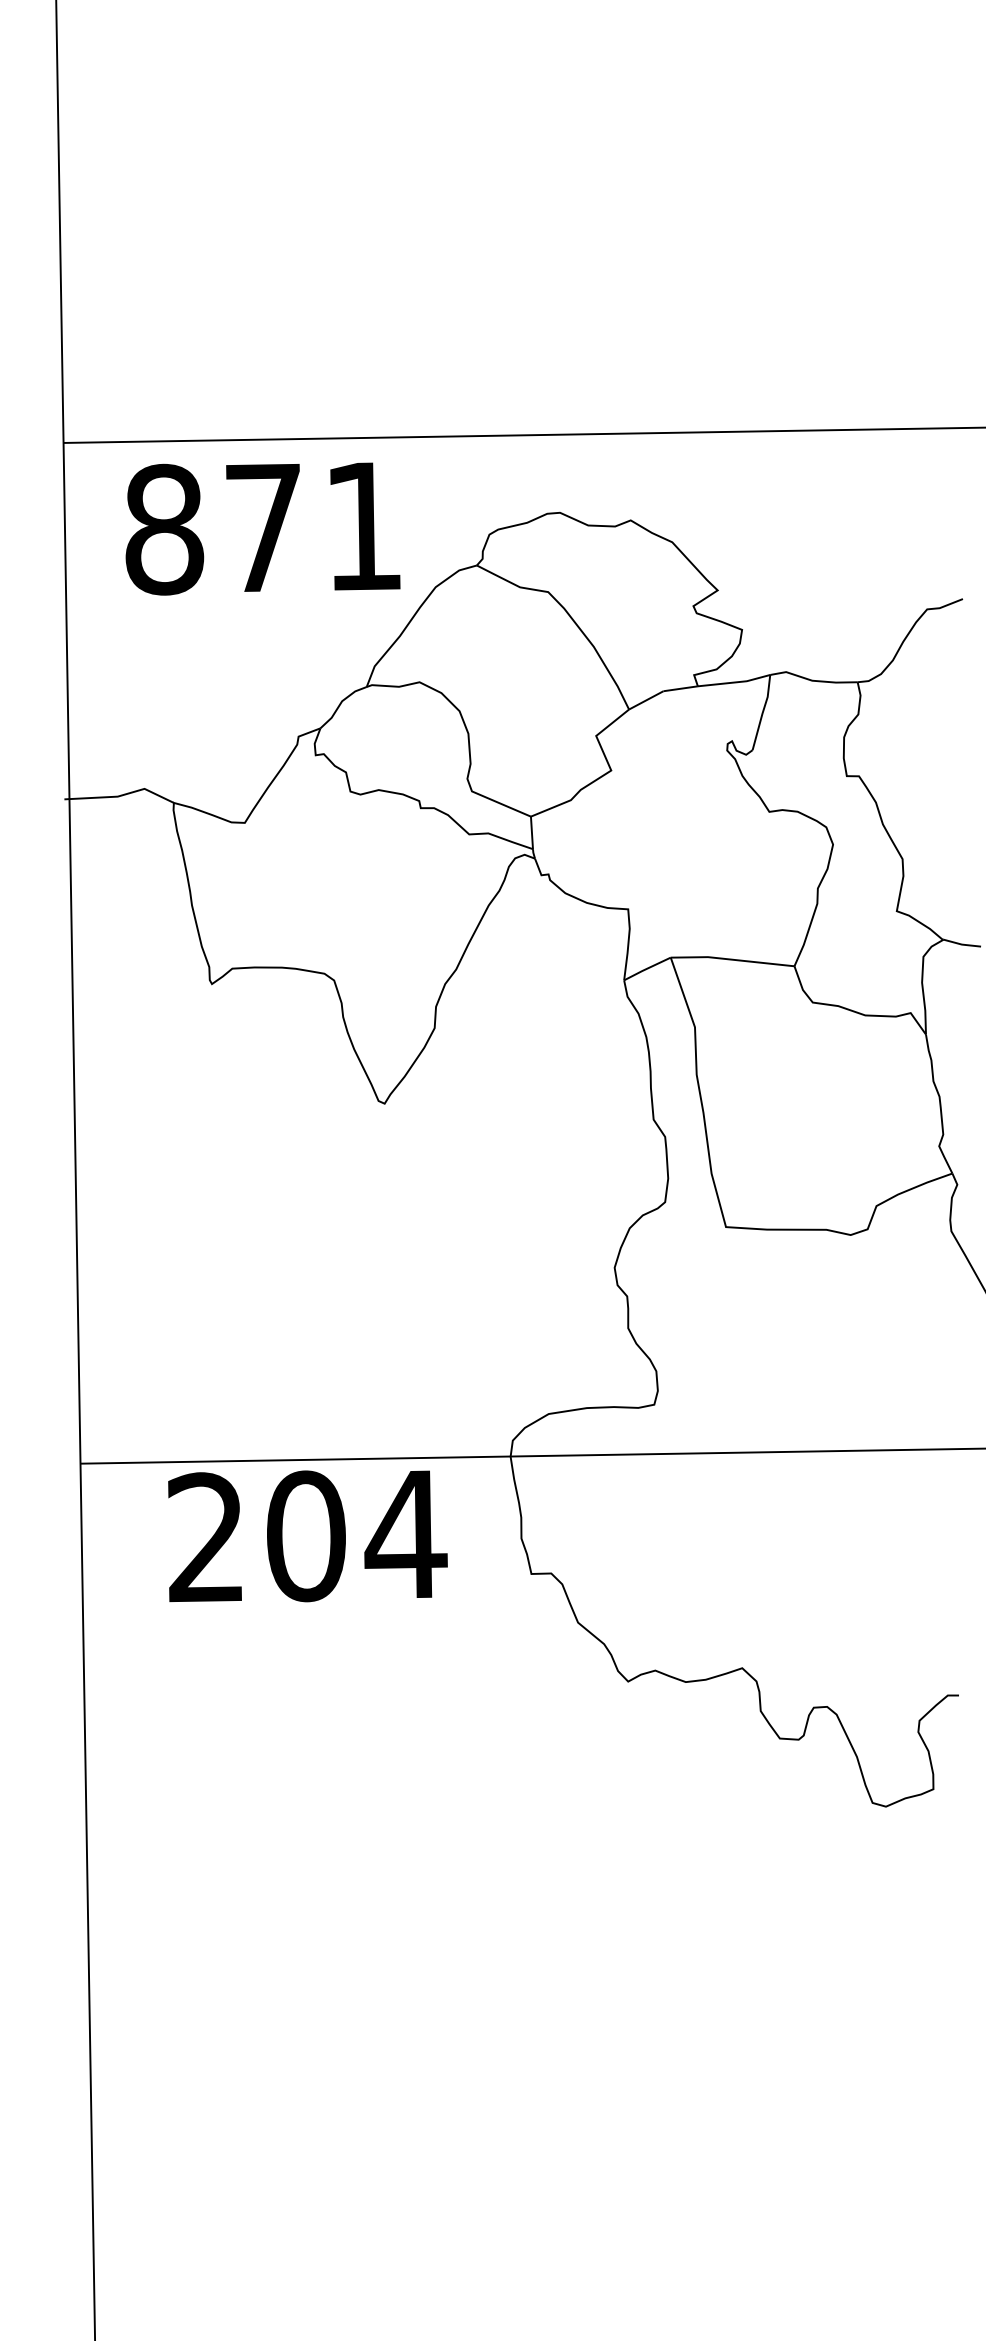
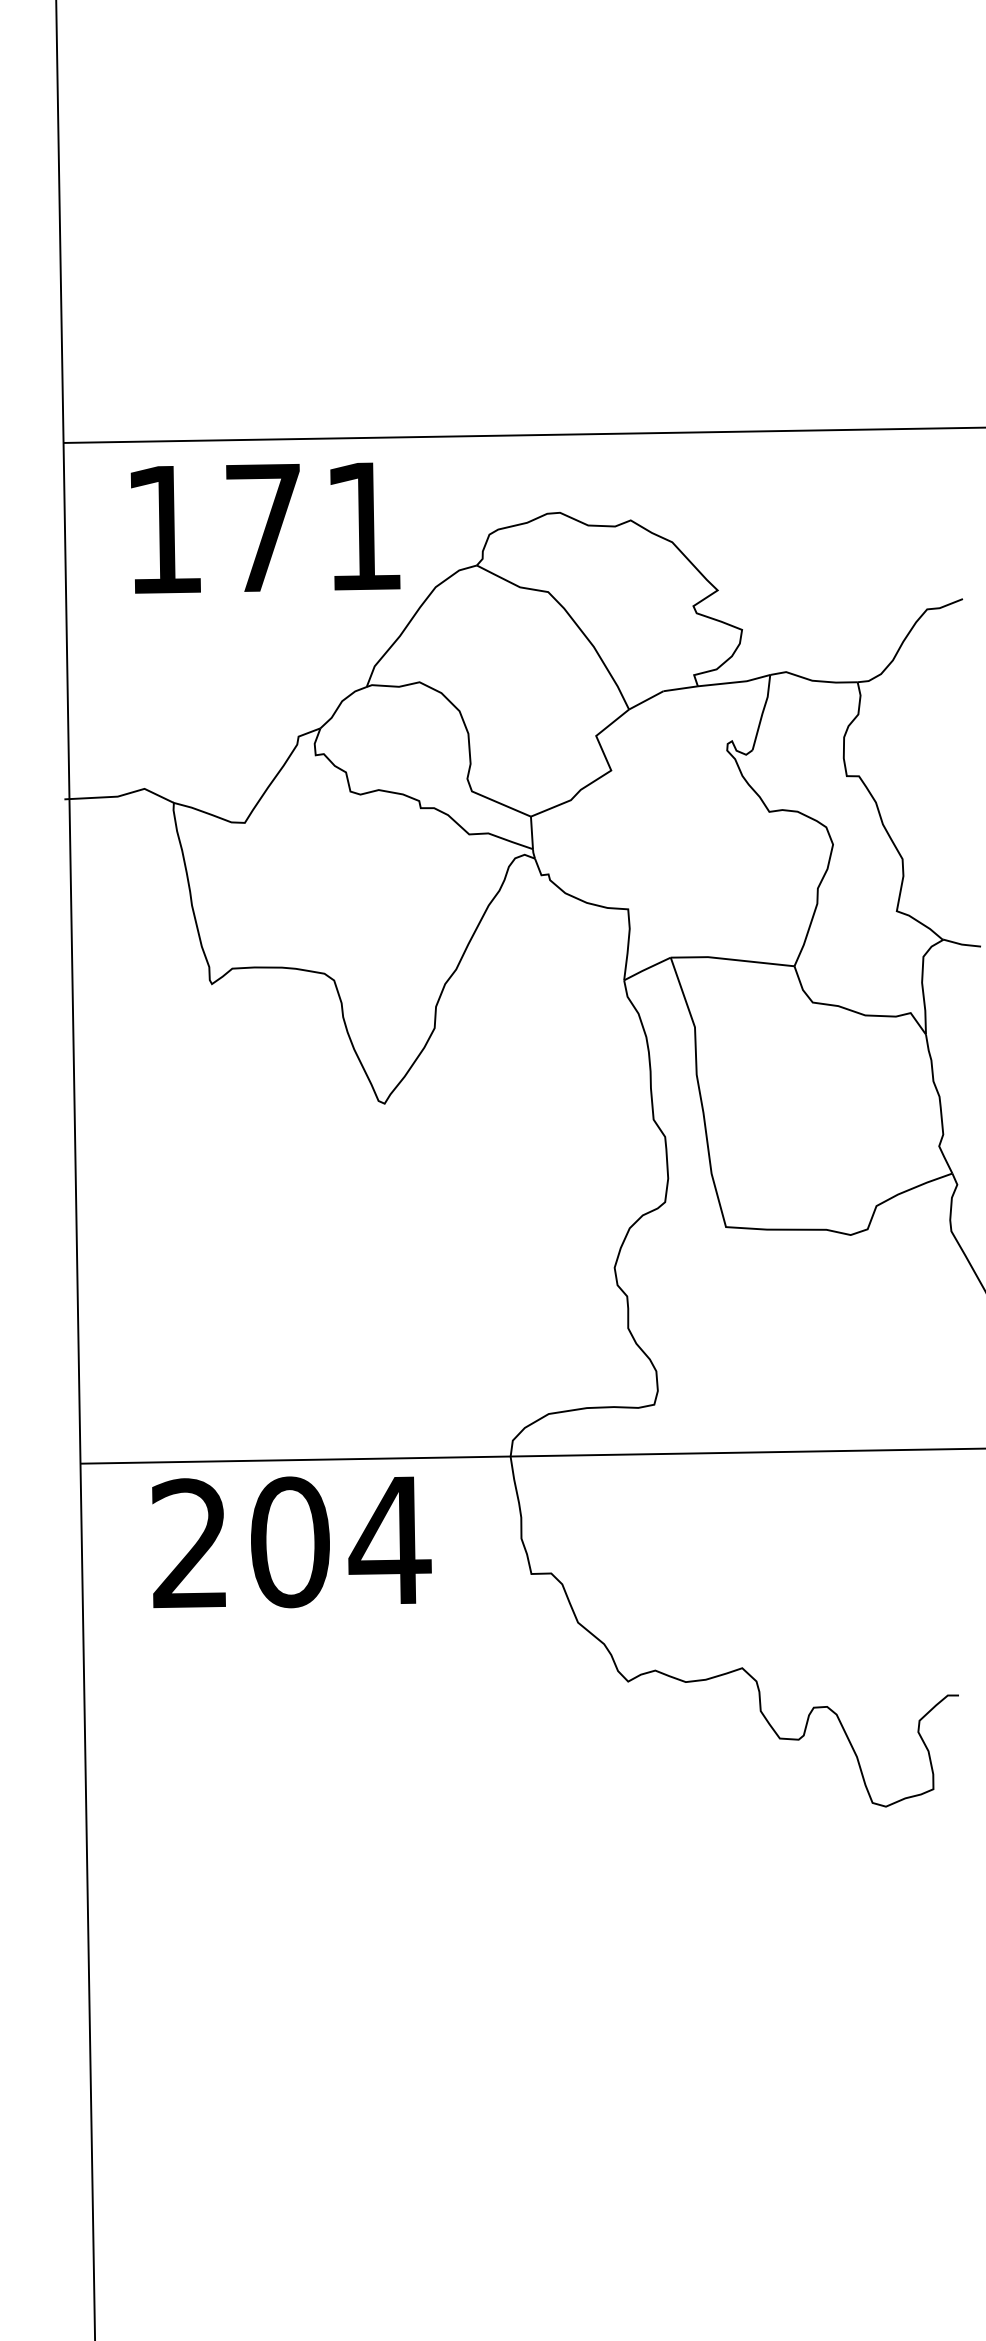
text at (164, 529): 871 -> 171
text at (307, 1536) position: (307, 1536) -> (291, 1542)
